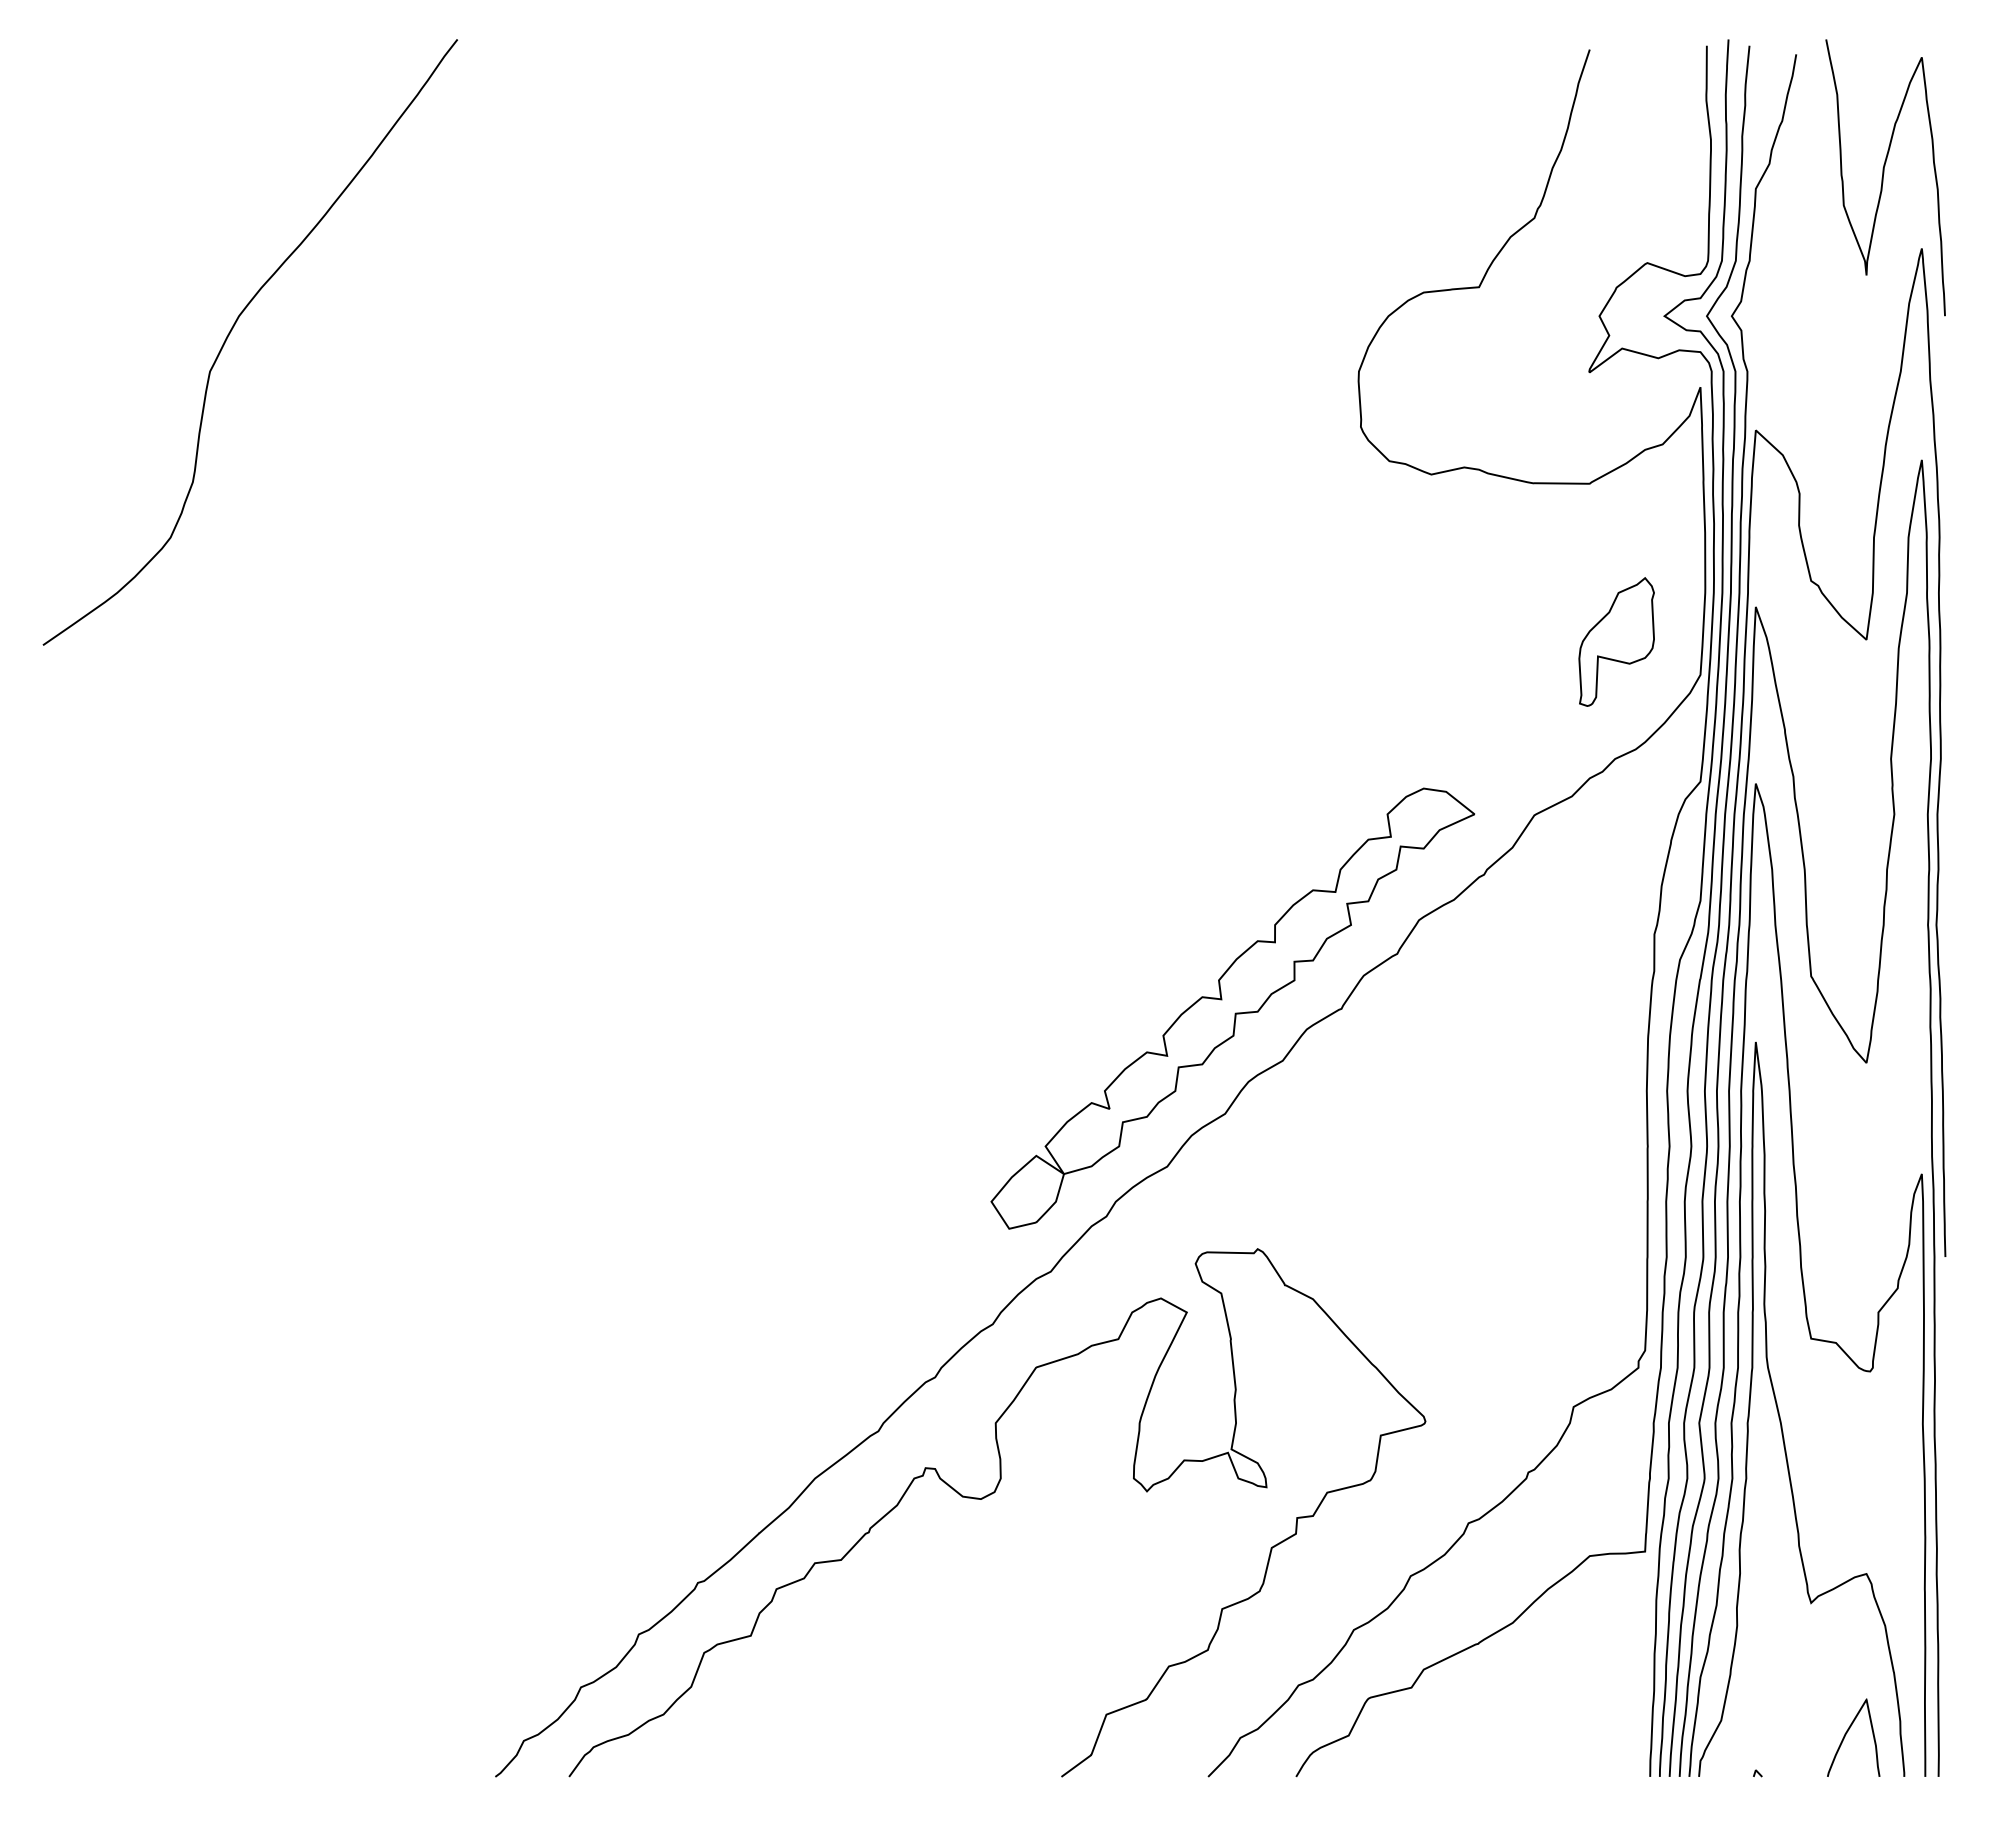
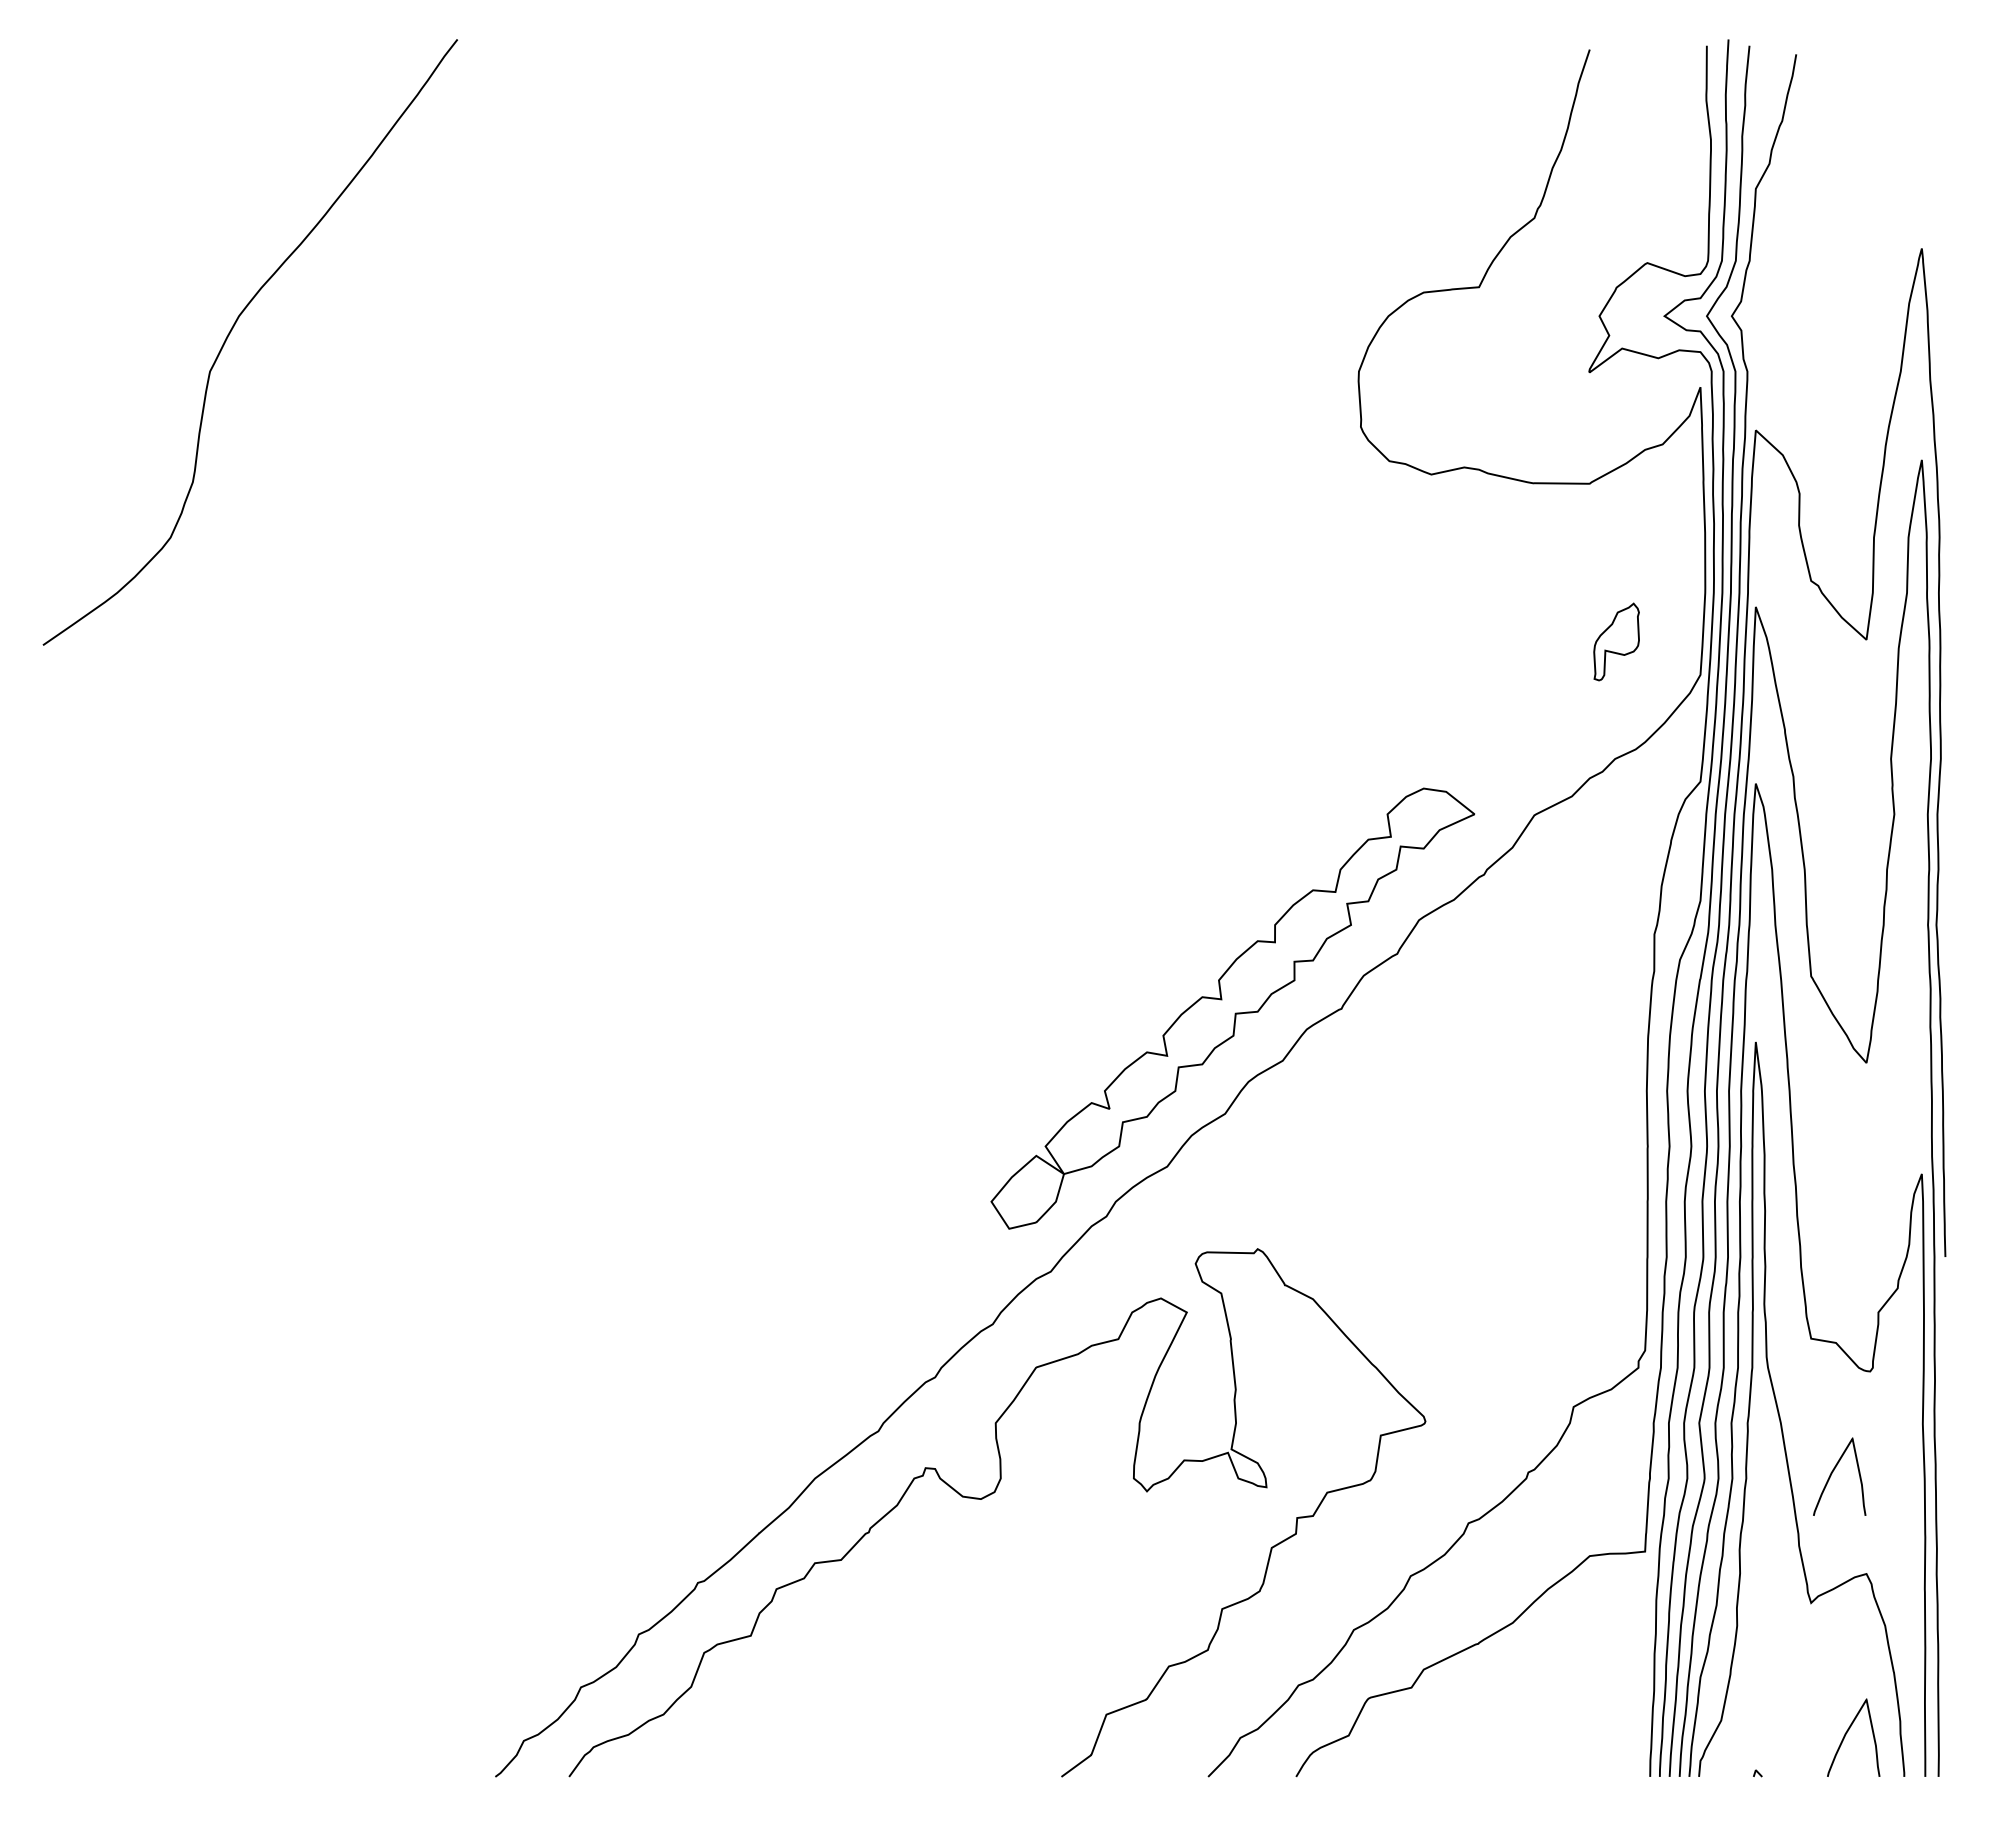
curve at (1883, 177): present -> none
part at (1616, 641) size: 77x130 px -> 47x80 px
curve at (1833, 1472): none -> present
